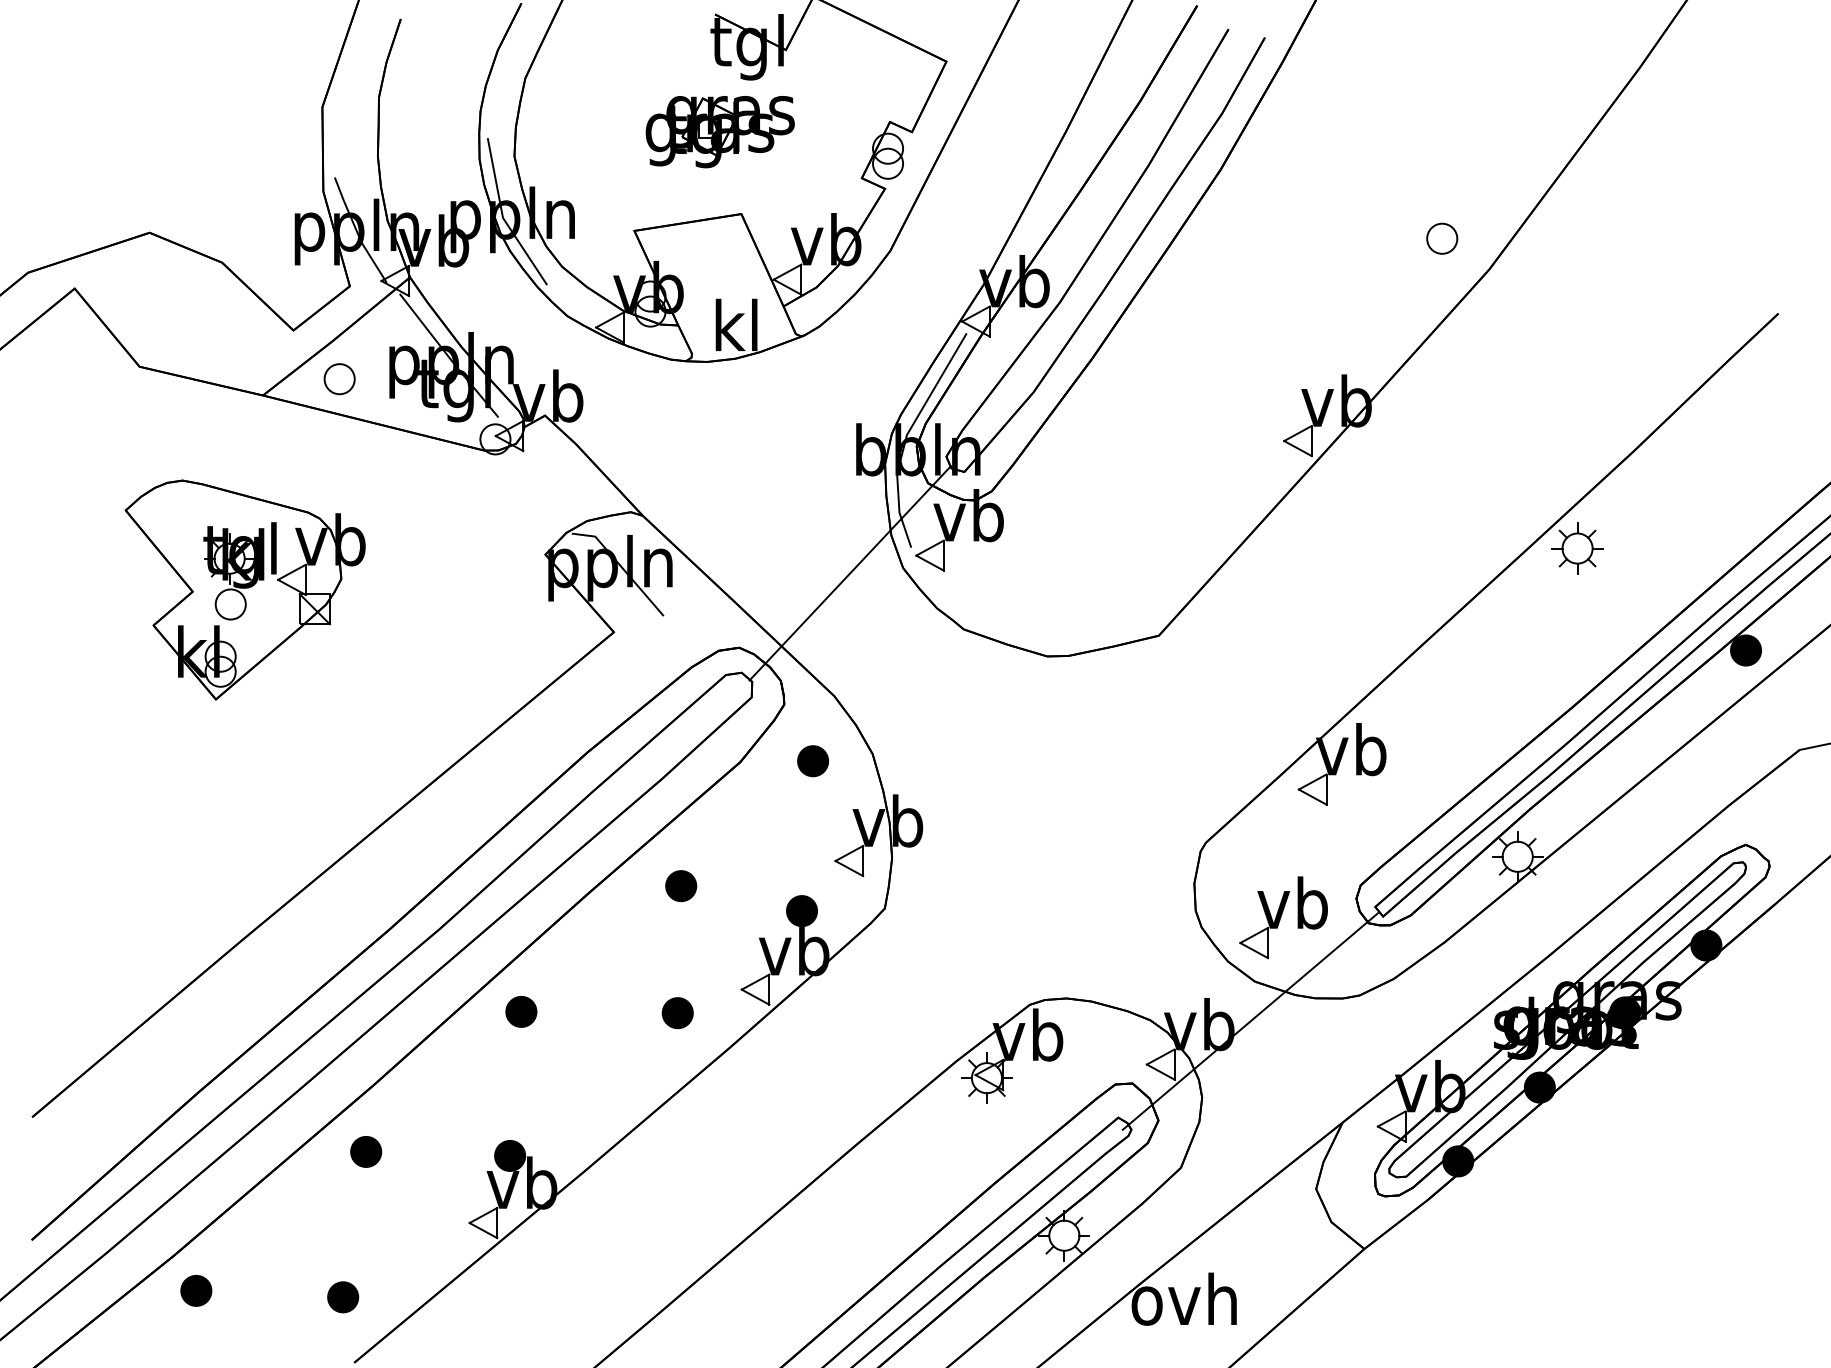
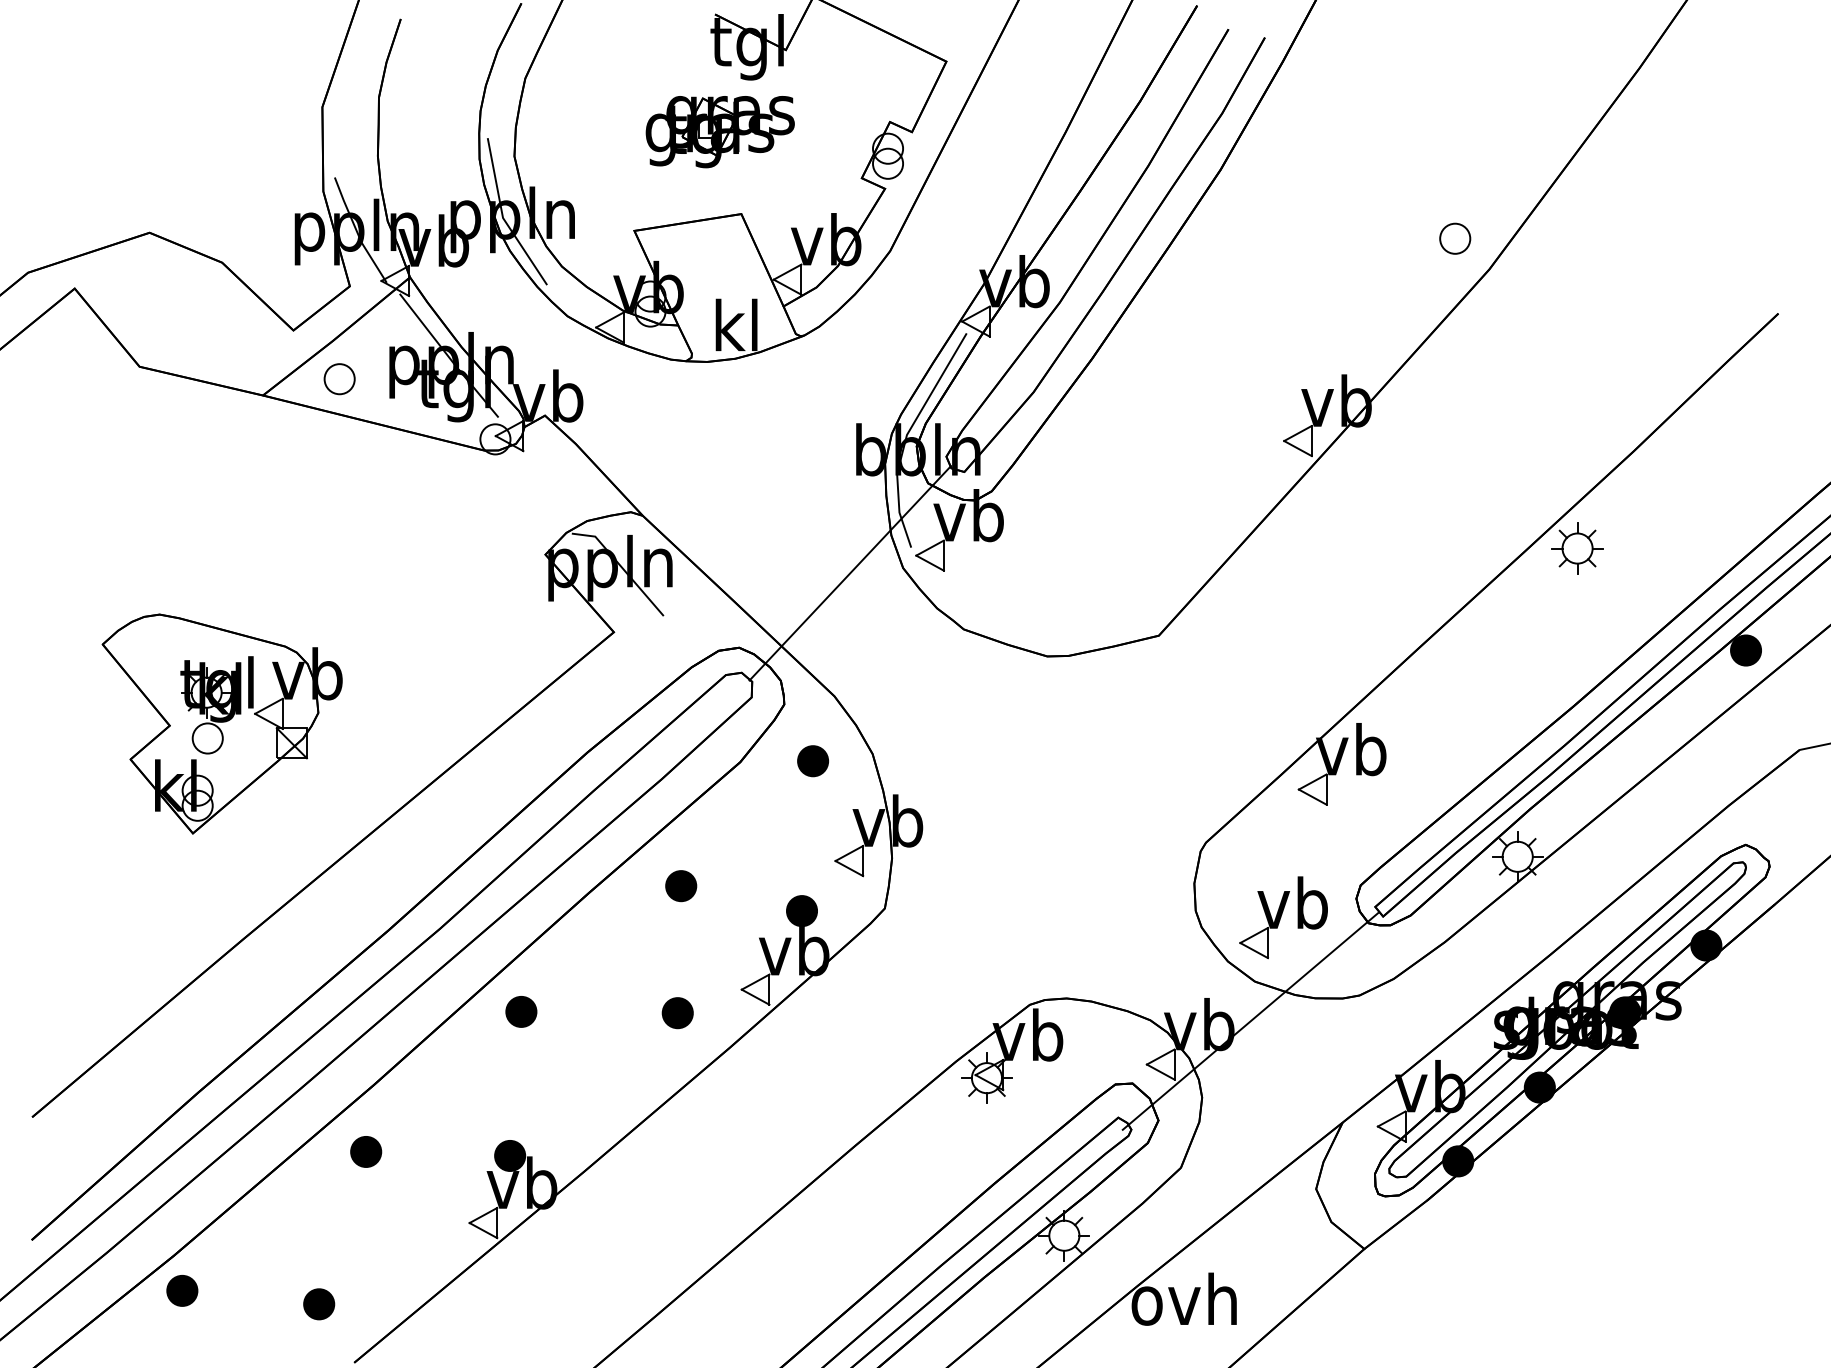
part at (1442, 238) position: (1442, 238) -> (1455, 238)
part at (244, 589) position: (244, 589) -> (221, 723)
part at (196, 1290) position: (196, 1290) -> (182, 1290)
part at (343, 1297) position: (343, 1297) -> (319, 1304)
